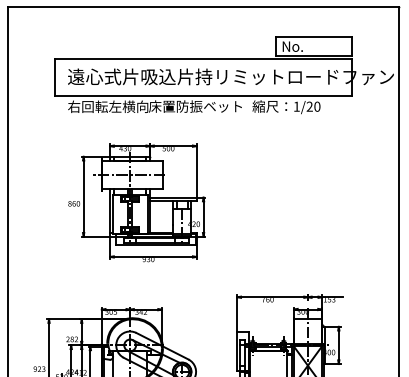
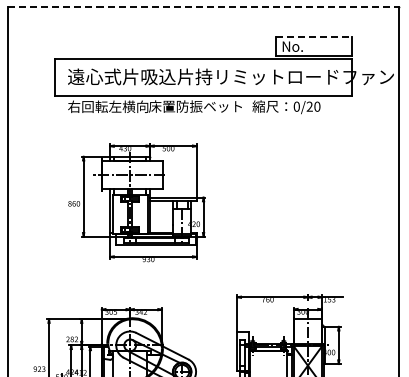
line at (203, 6): solid -> dashed
line at (314, 36): solid -> dashed
text at (296, 106): 1/20 -> 0/20
